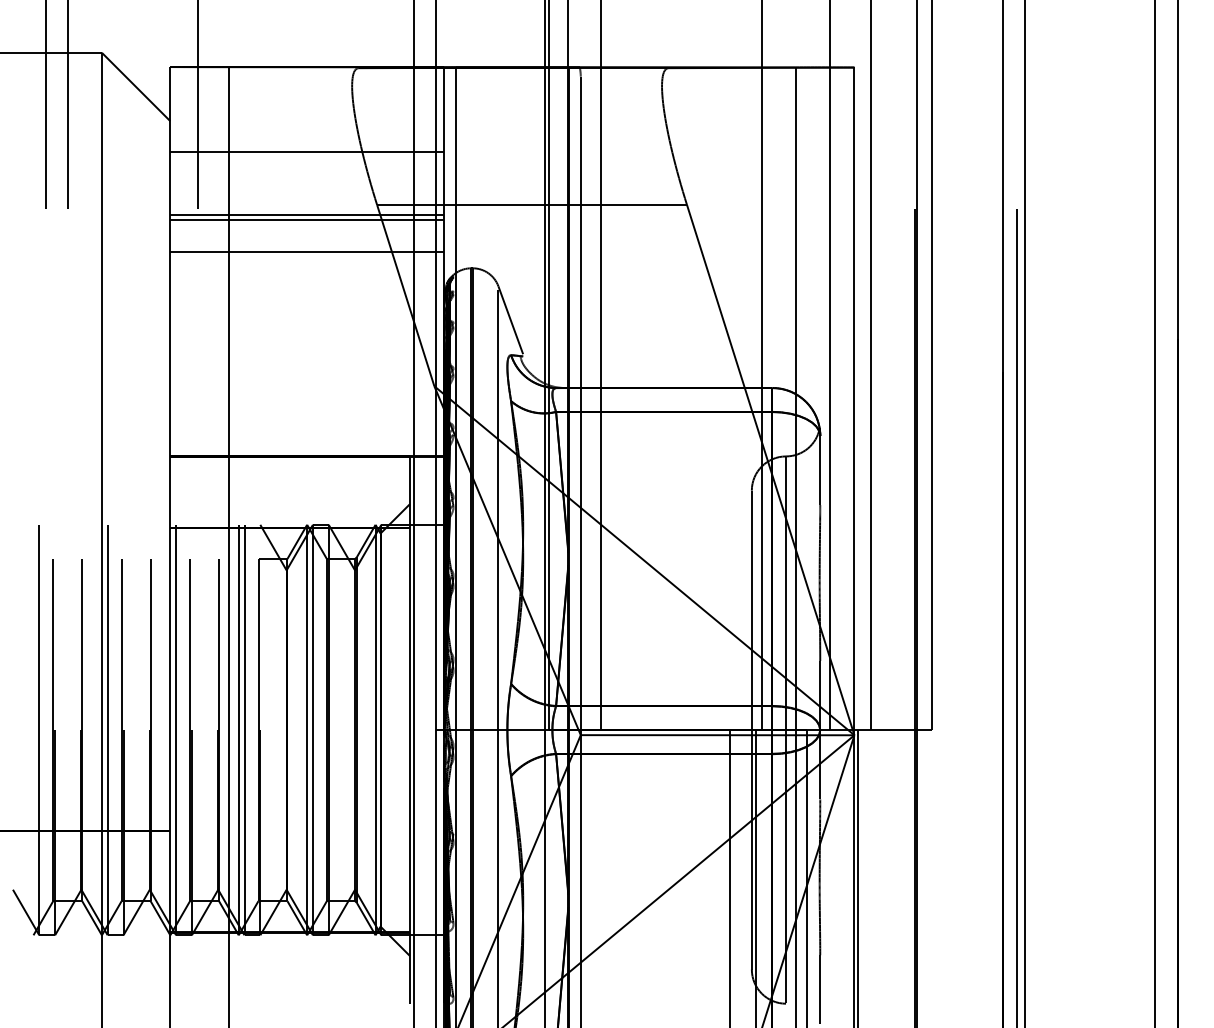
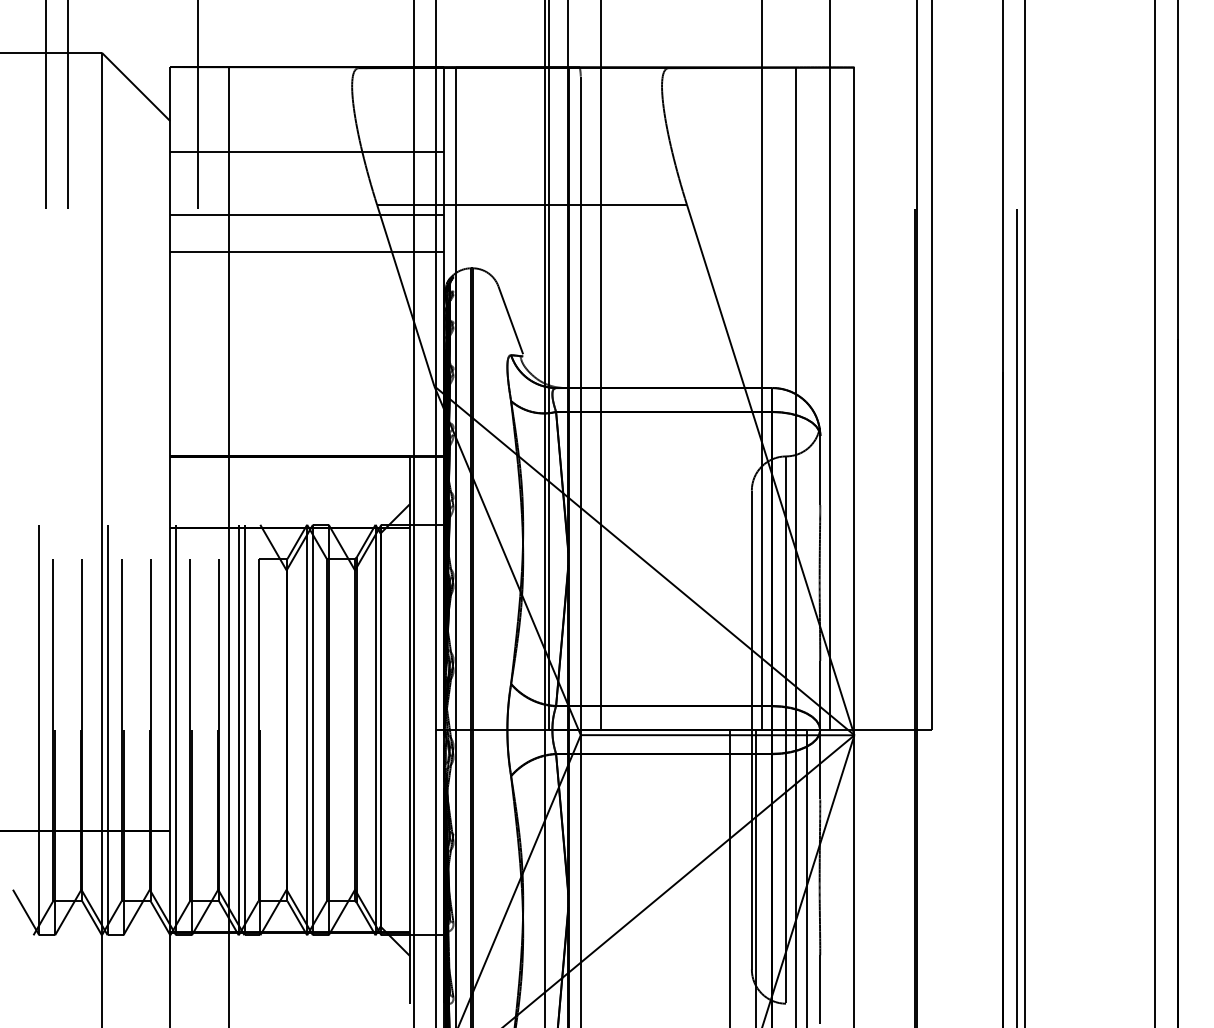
line at (306, 219): present -> none
line at (870, 366): present -> none
line at (498, 656): present -> none
line at (857, 877): present -> none
